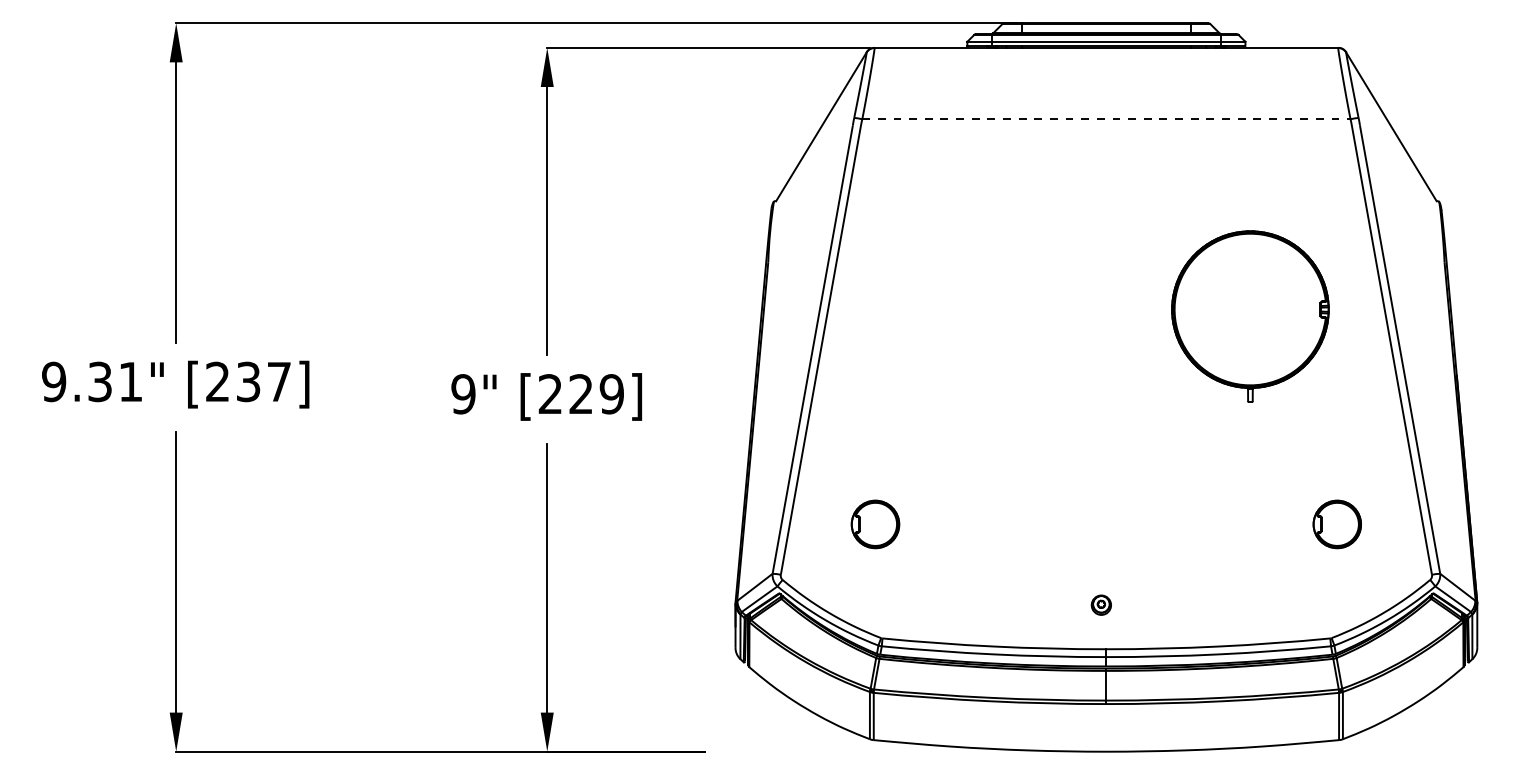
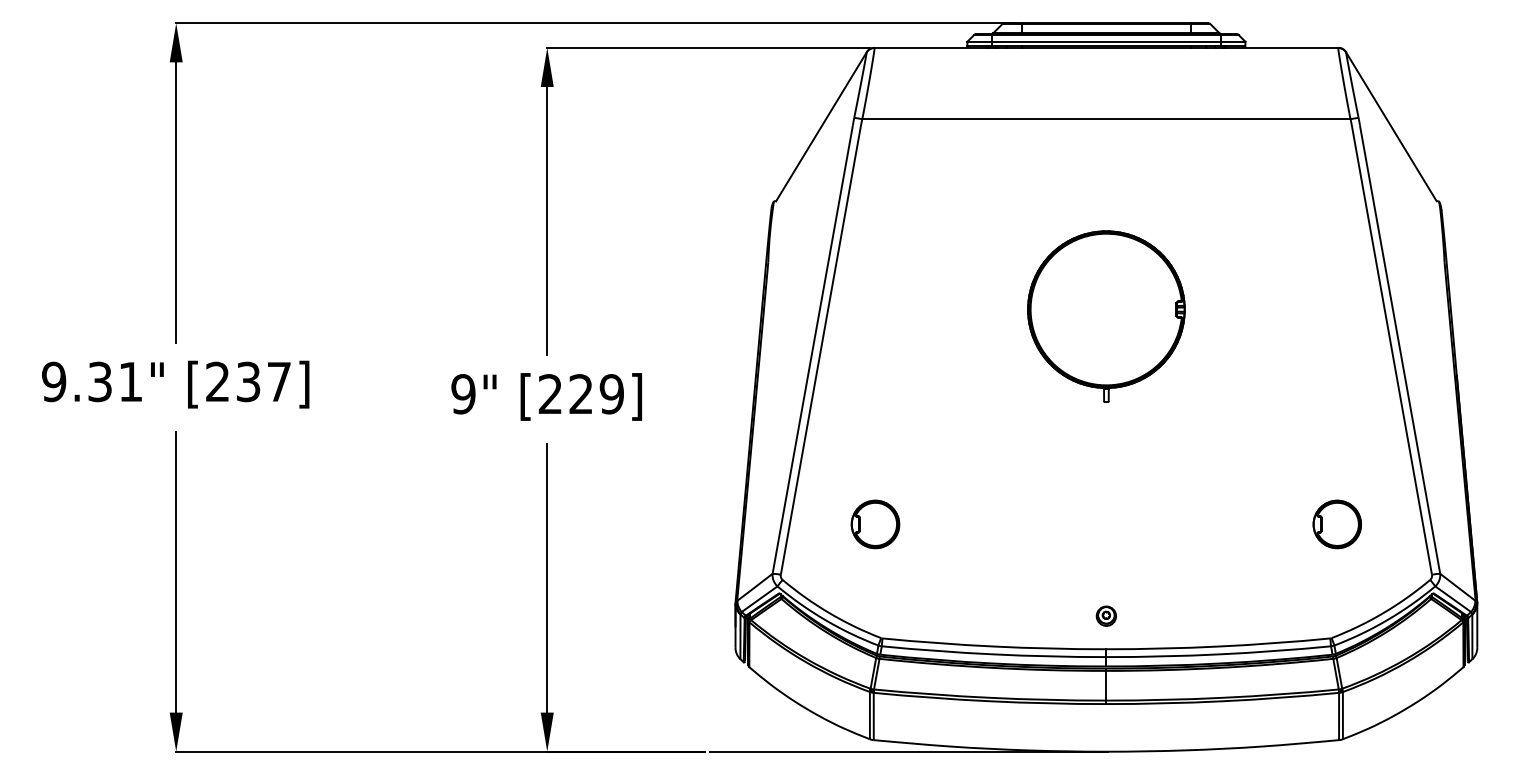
line at (1106, 119): dashed -> solid
part at (1250, 316) position: (1250, 316) -> (1106, 316)
part at (1100, 604) position: (1100, 604) -> (1105, 615)
line at (908, 751): none -> present
